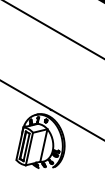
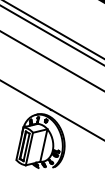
line at (51, 35): none -> present
line at (51, 60): none -> present
